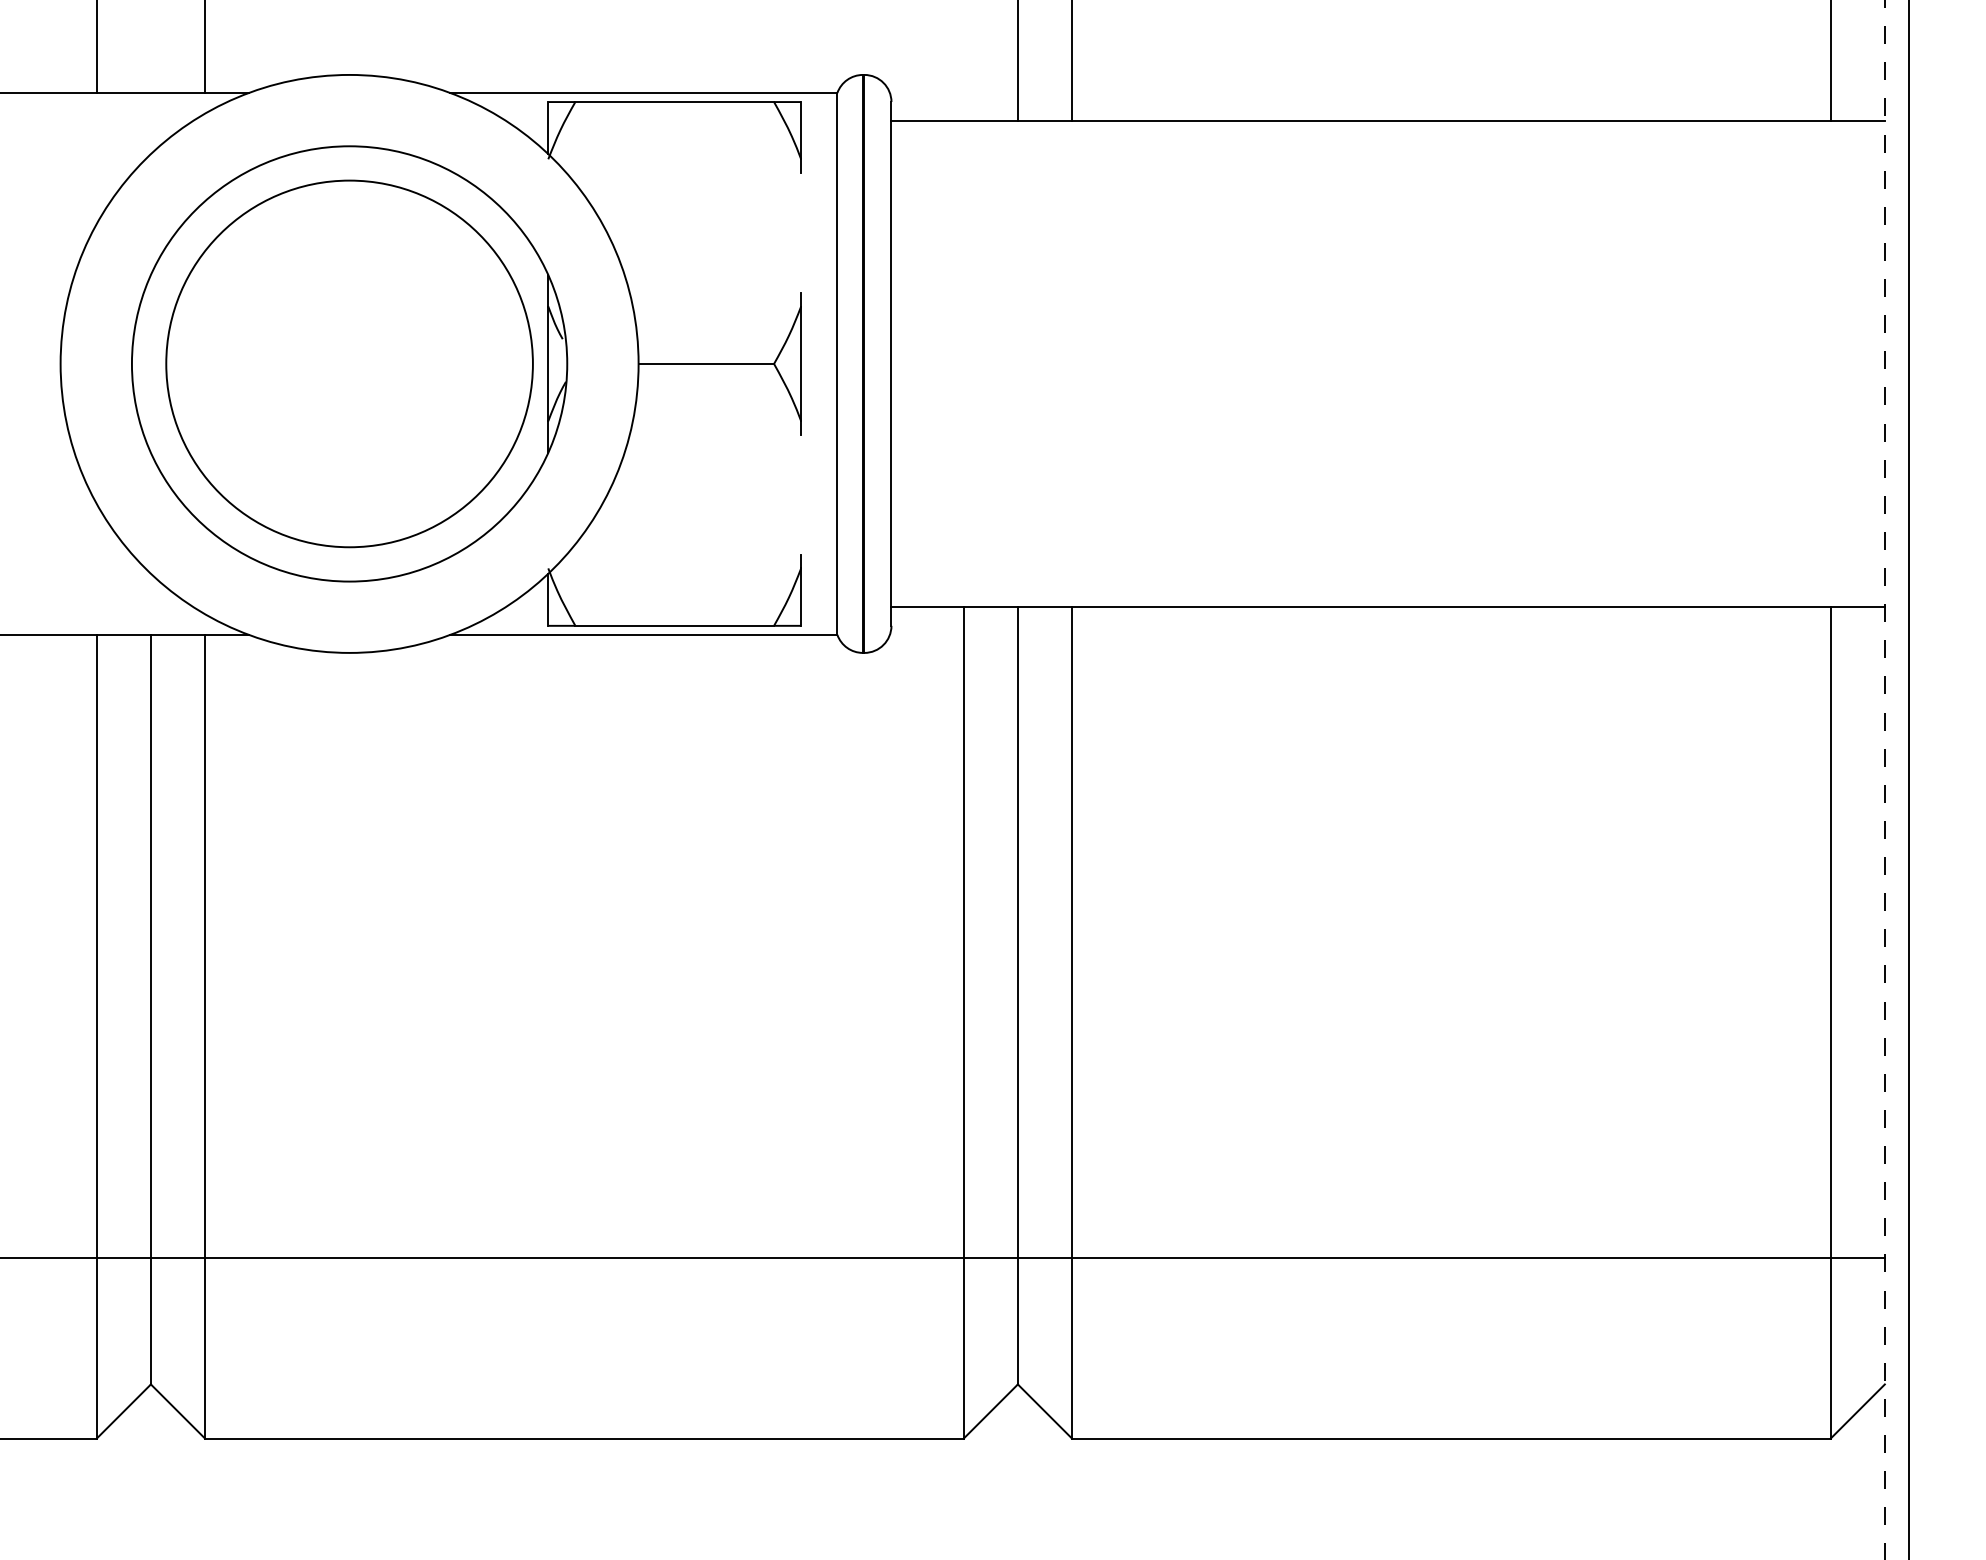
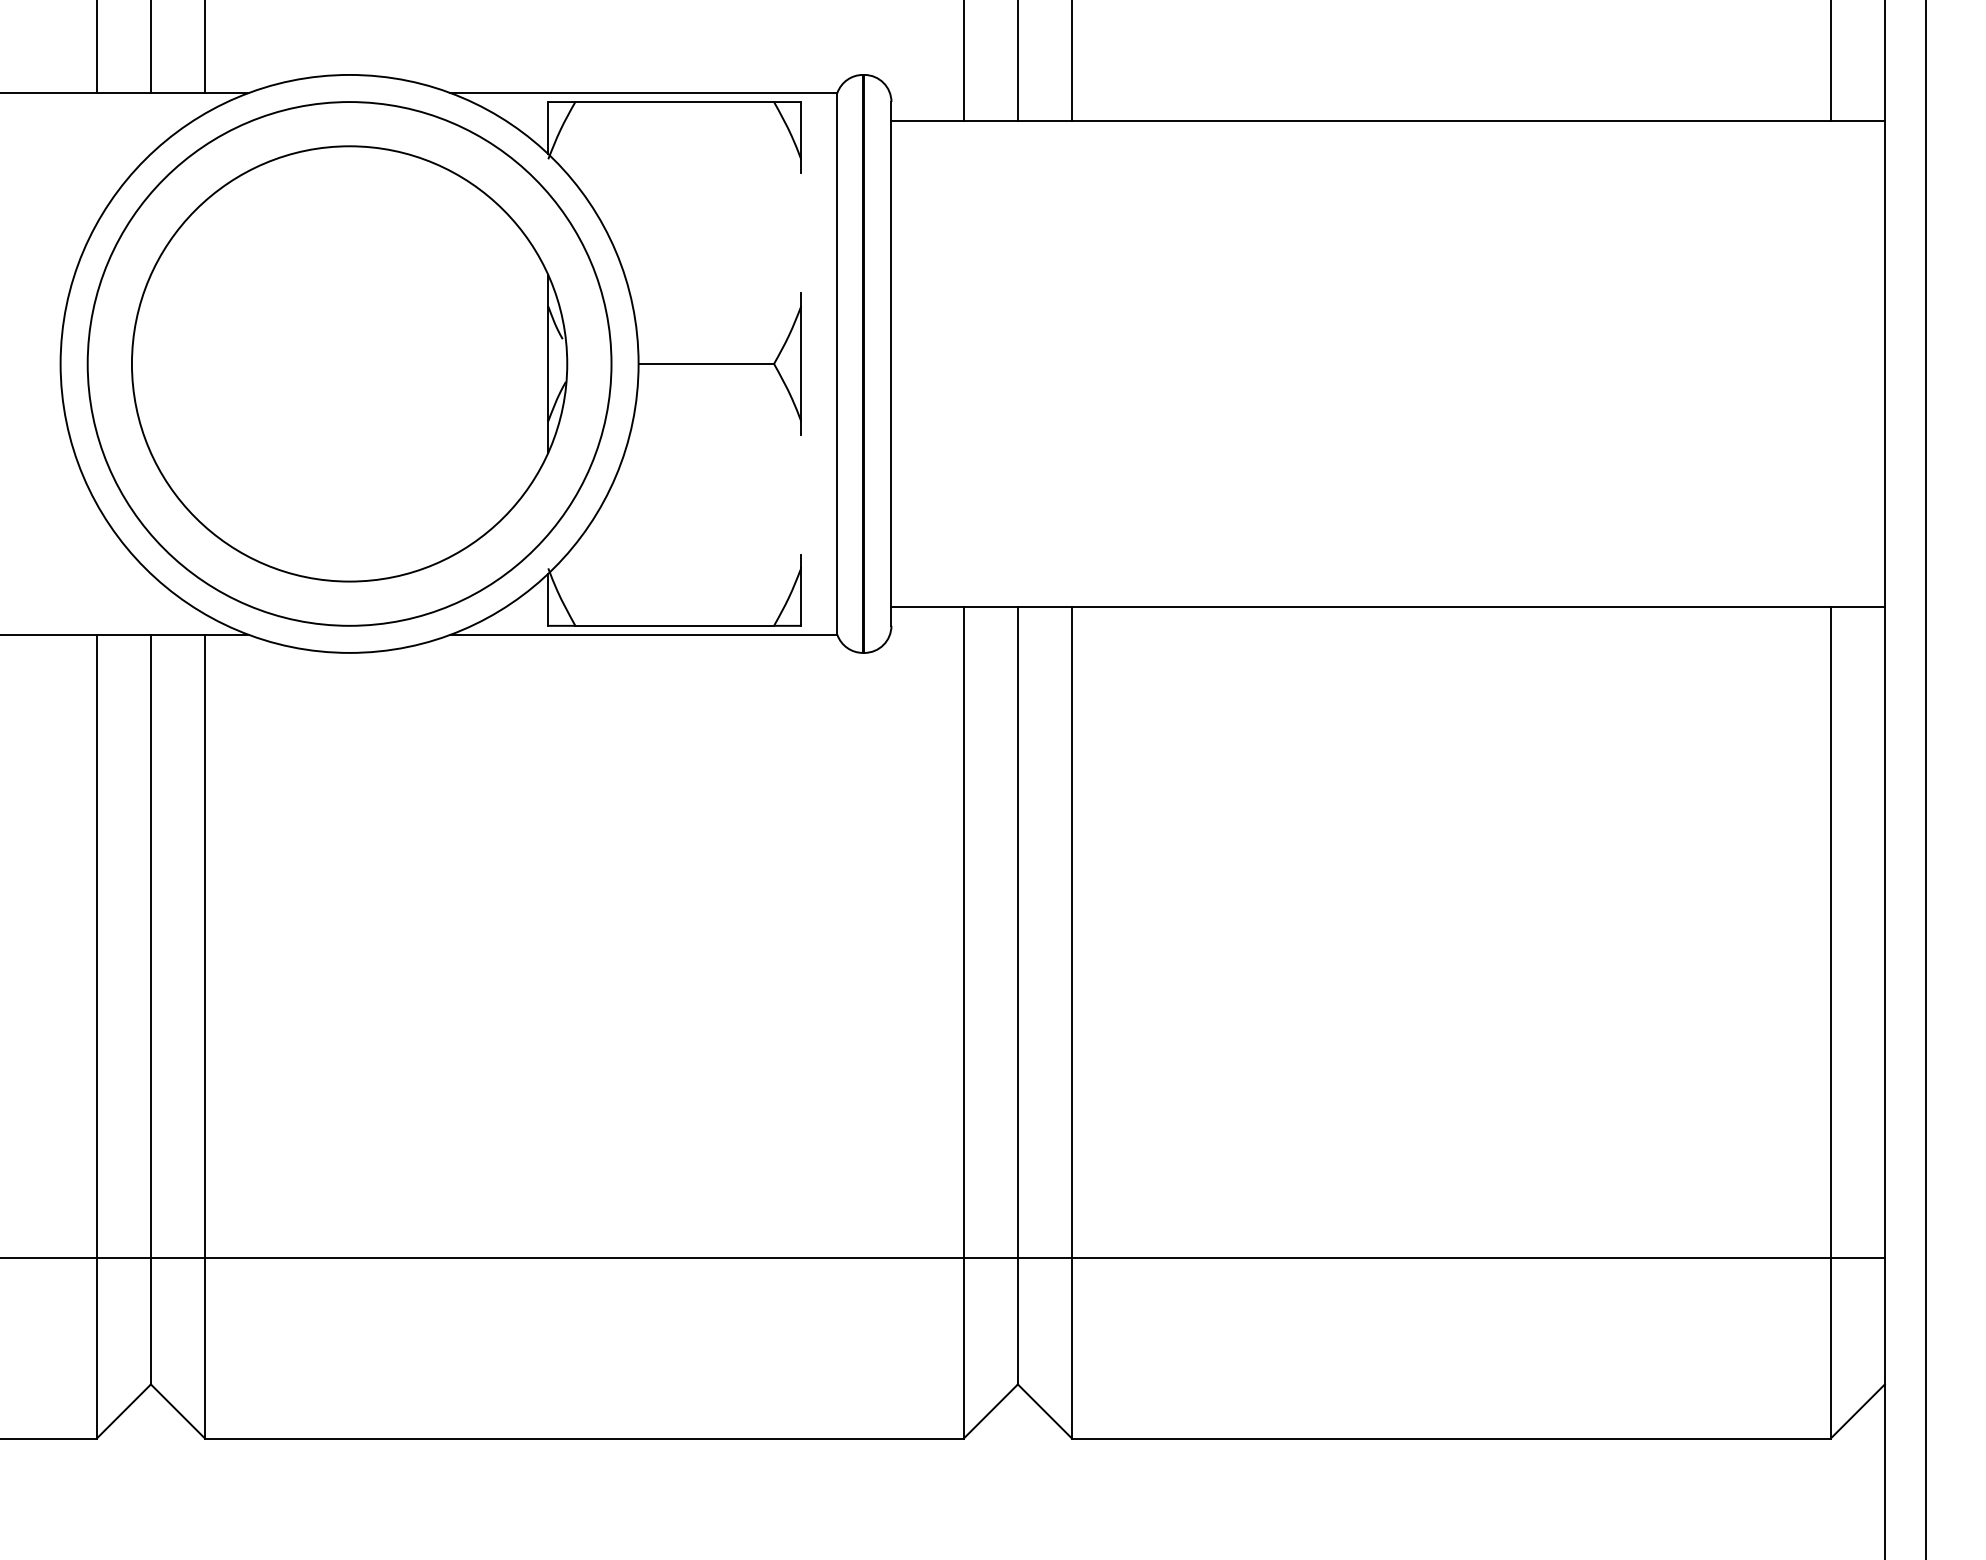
line at (150, 47): none -> present
line at (963, 61): none -> present
circle at (349, 363) diameter: 367 px -> 524 px
line at (1909, 779) position: (1909, 779) -> (1926, 779)
line at (1884, 780): dashed -> solid
